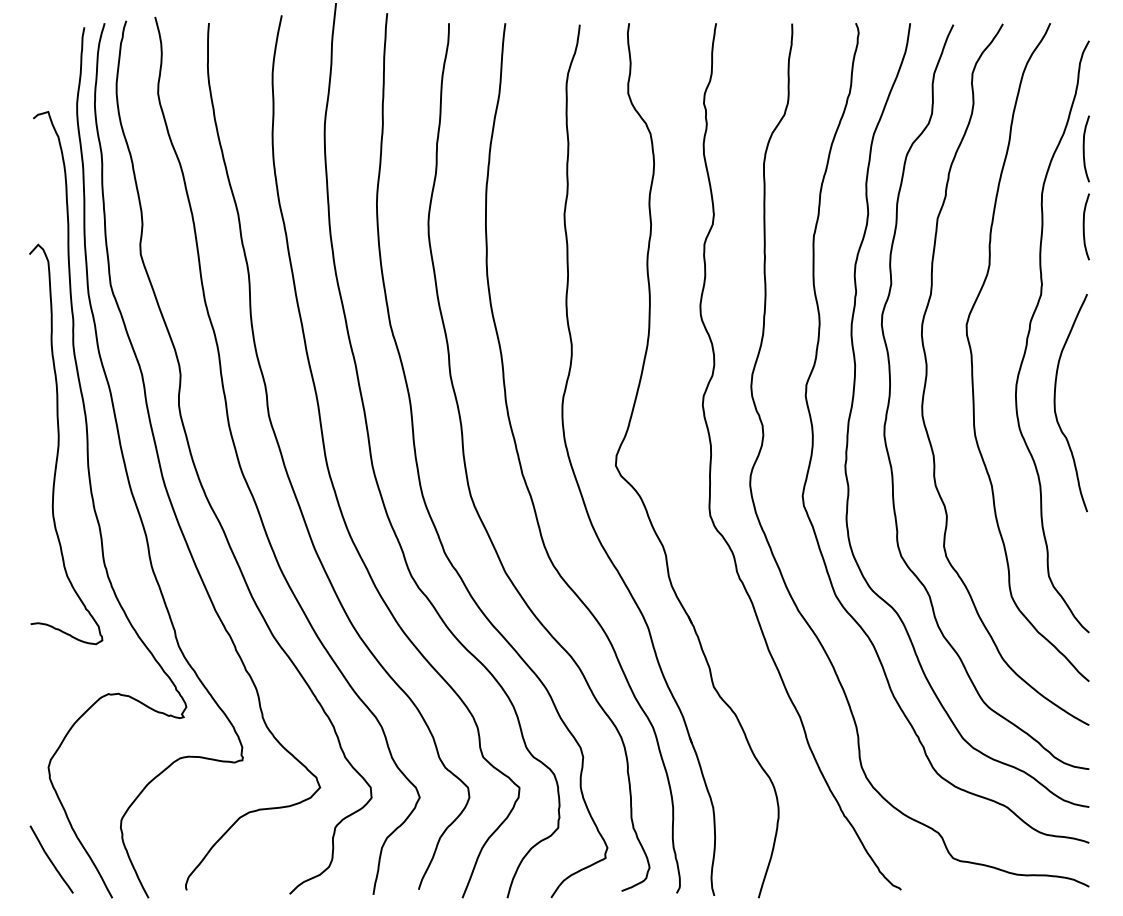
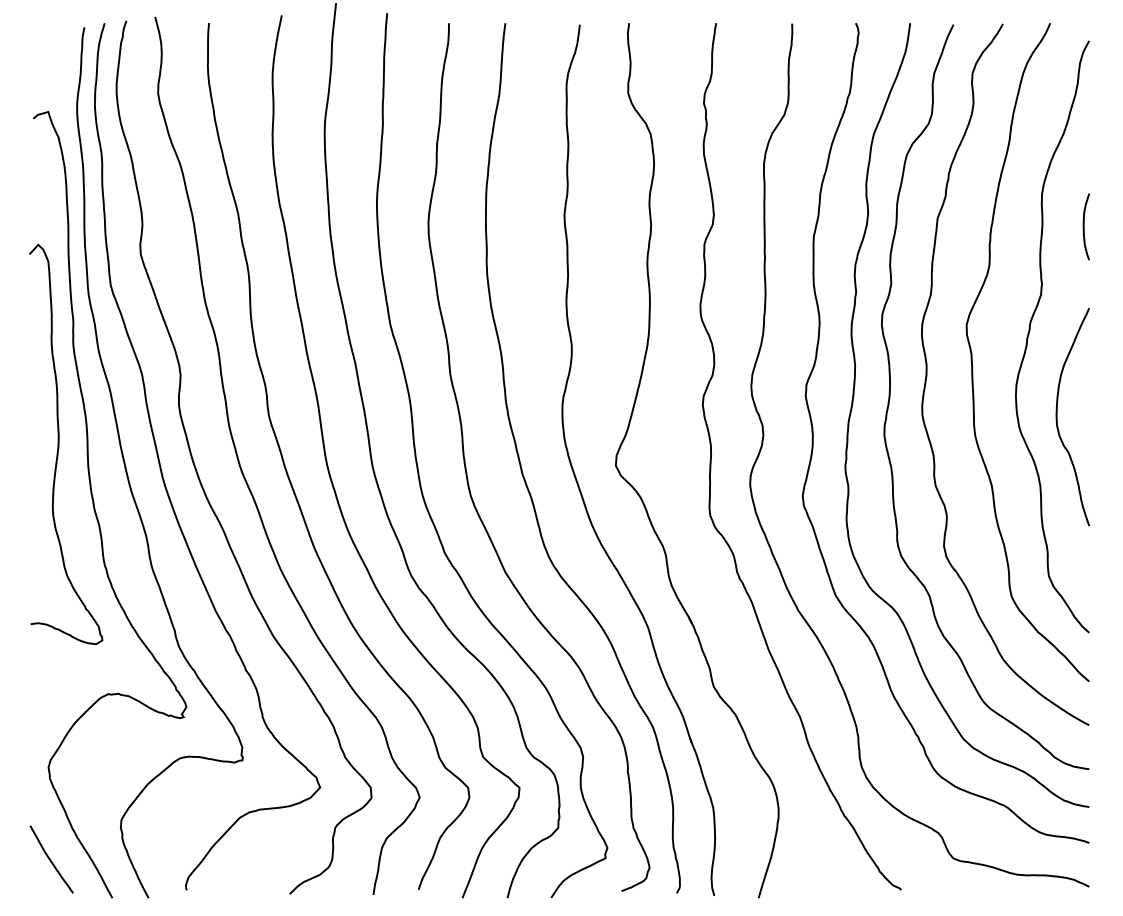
curve at (1084, 148): present -> none
curve at (1055, 403) position: (1055, 403) -> (1057, 417)
